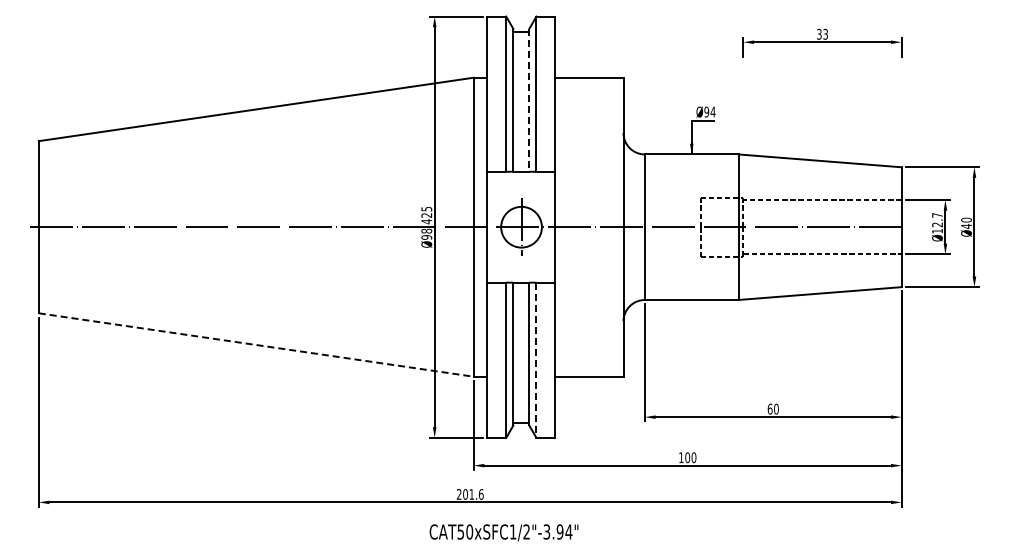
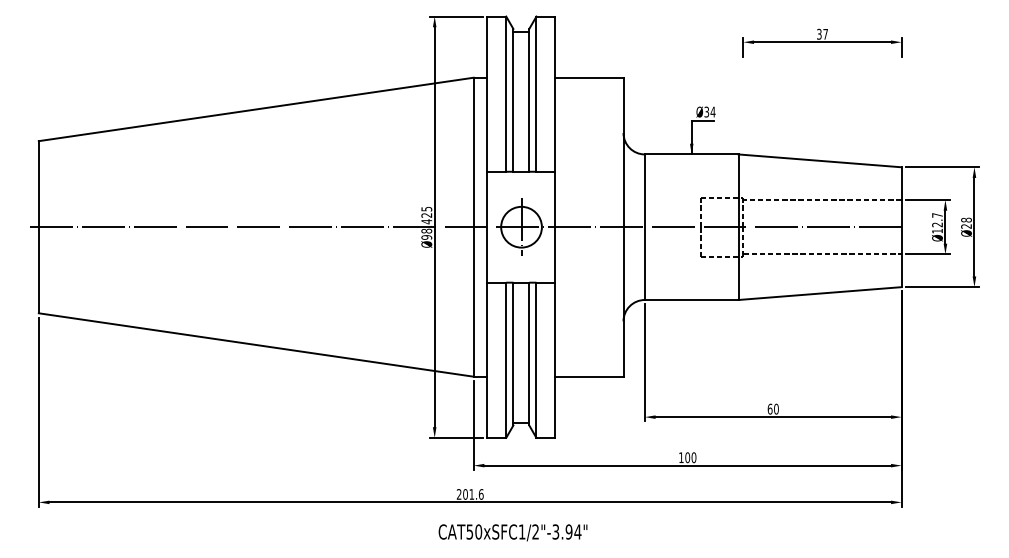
text at (825, 33): 33 -> 37
line at (529, 100): dashed -> solid
text at (706, 111): Ø94 -> Ø34
text at (966, 223): Ø40 -> Ø28
line at (256, 345): dashed -> solid
line at (536, 360): dashed -> solid
text at (503, 532) position: (503, 532) -> (512, 532)
